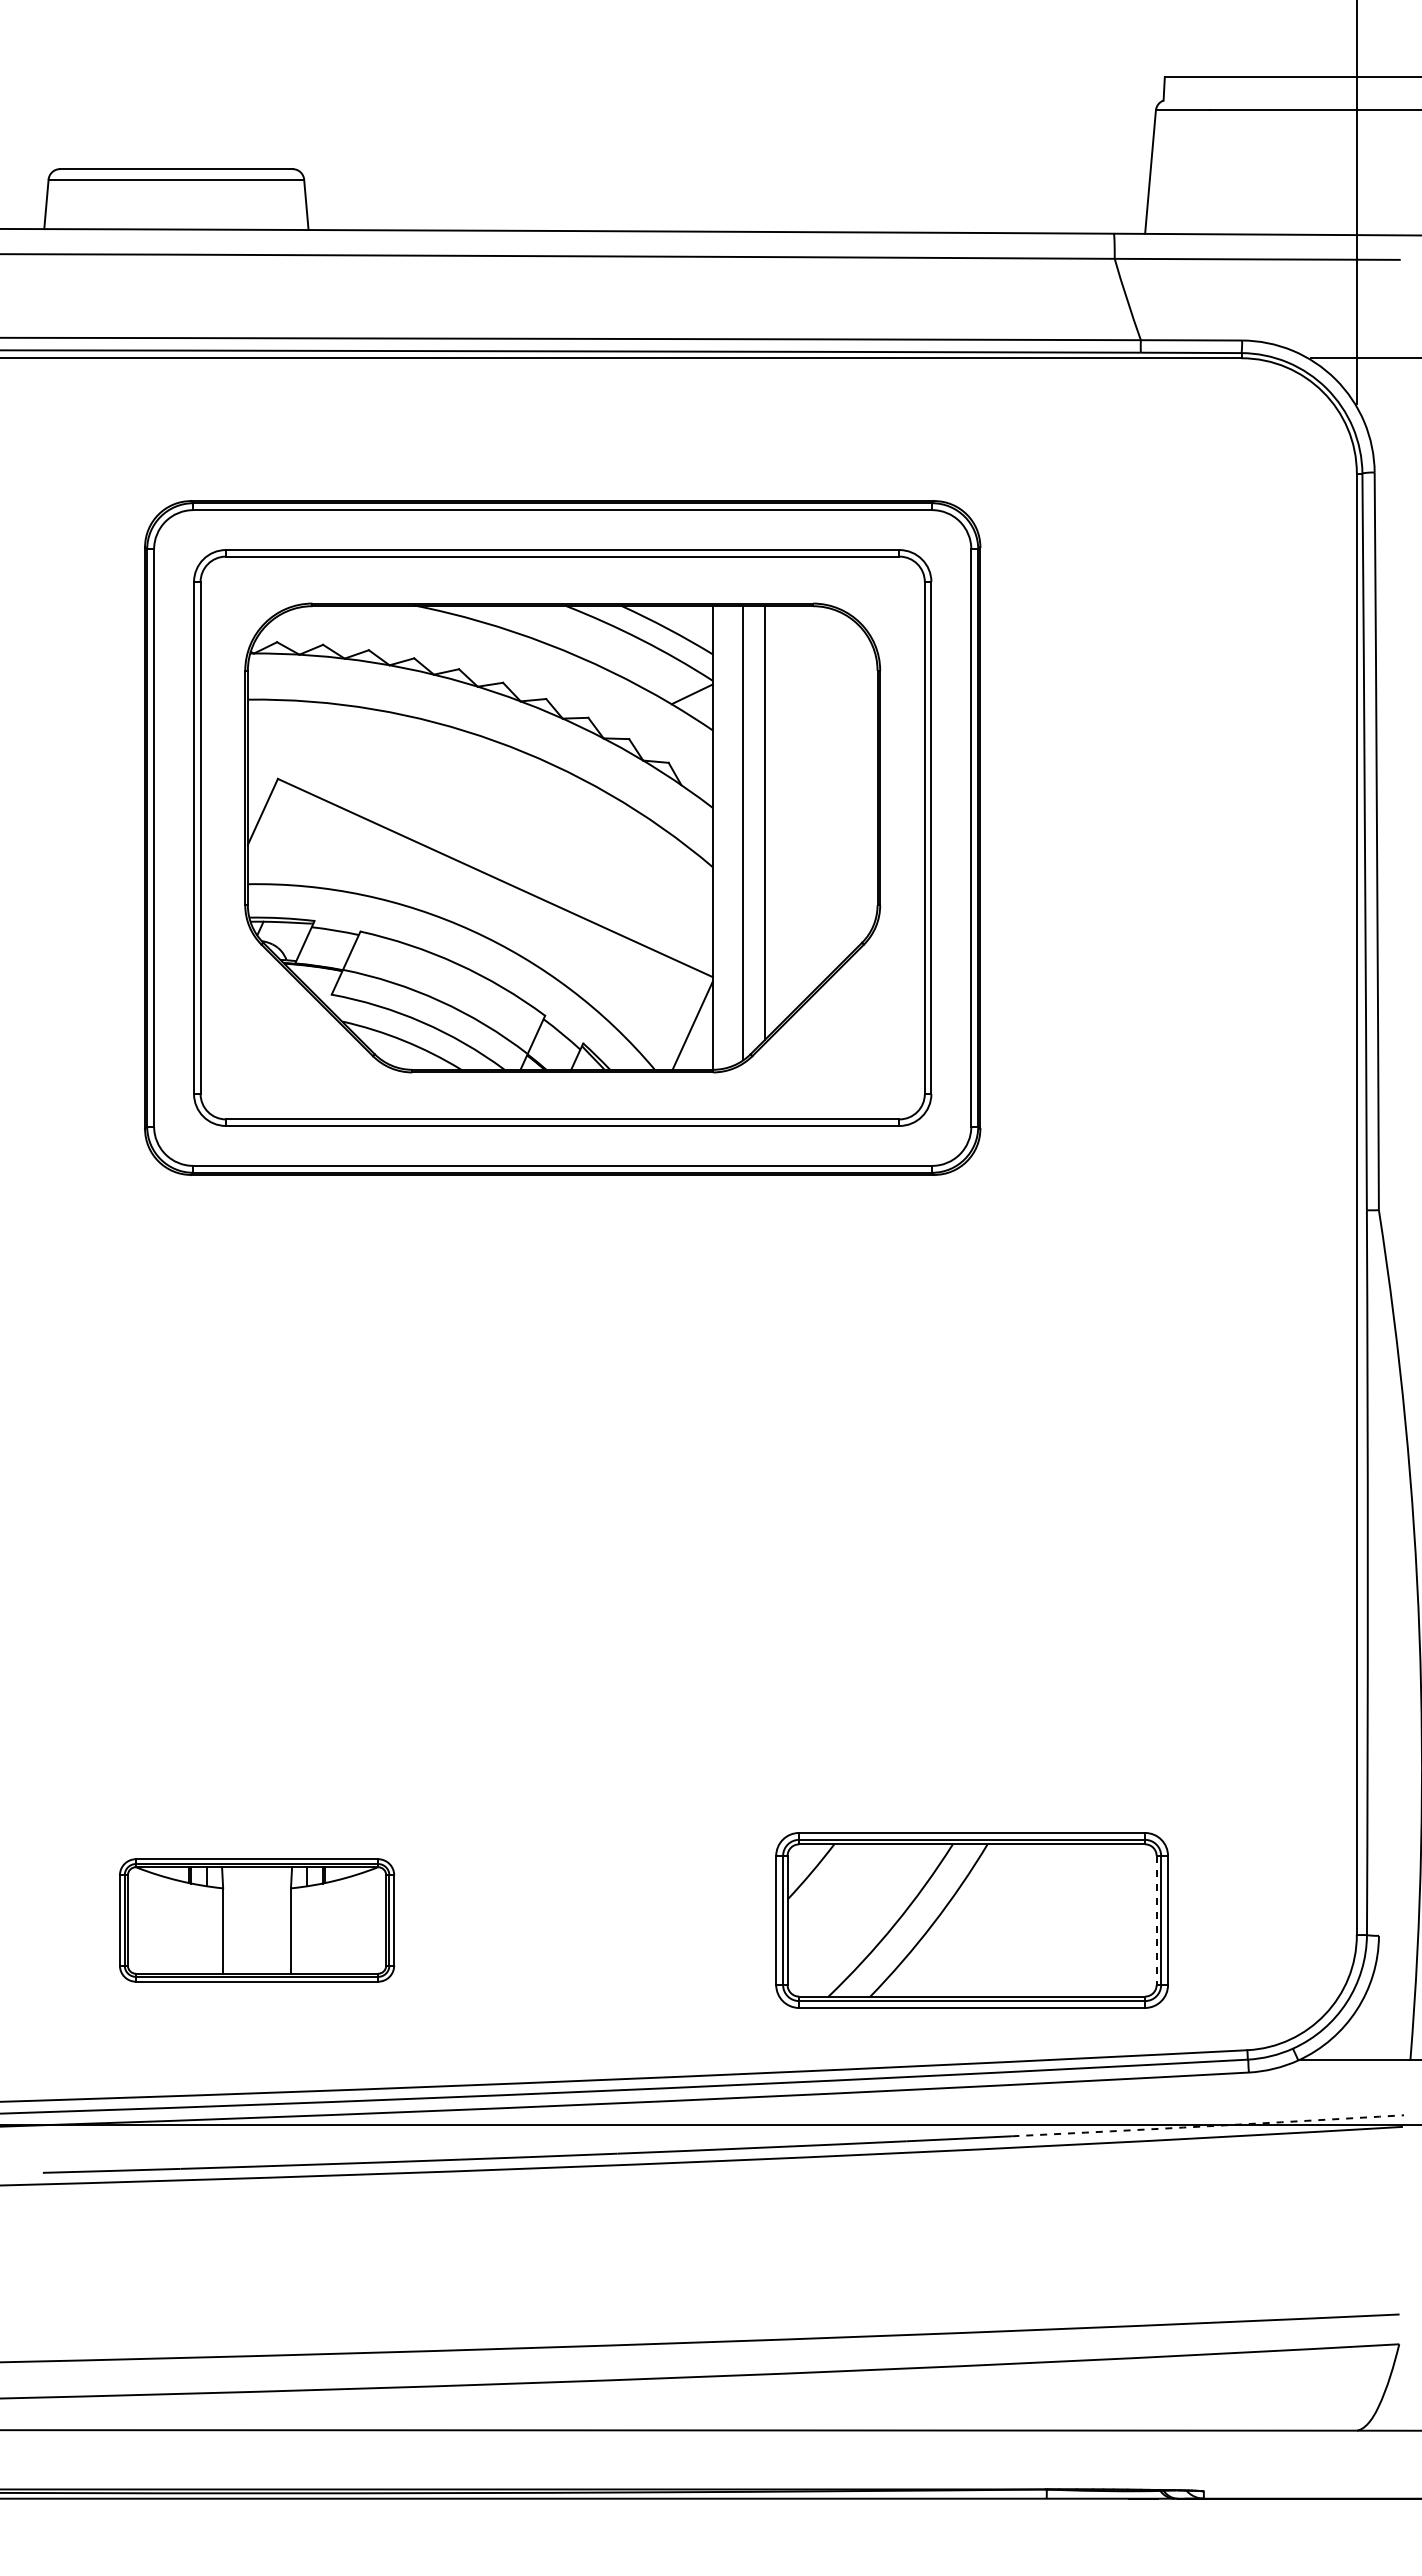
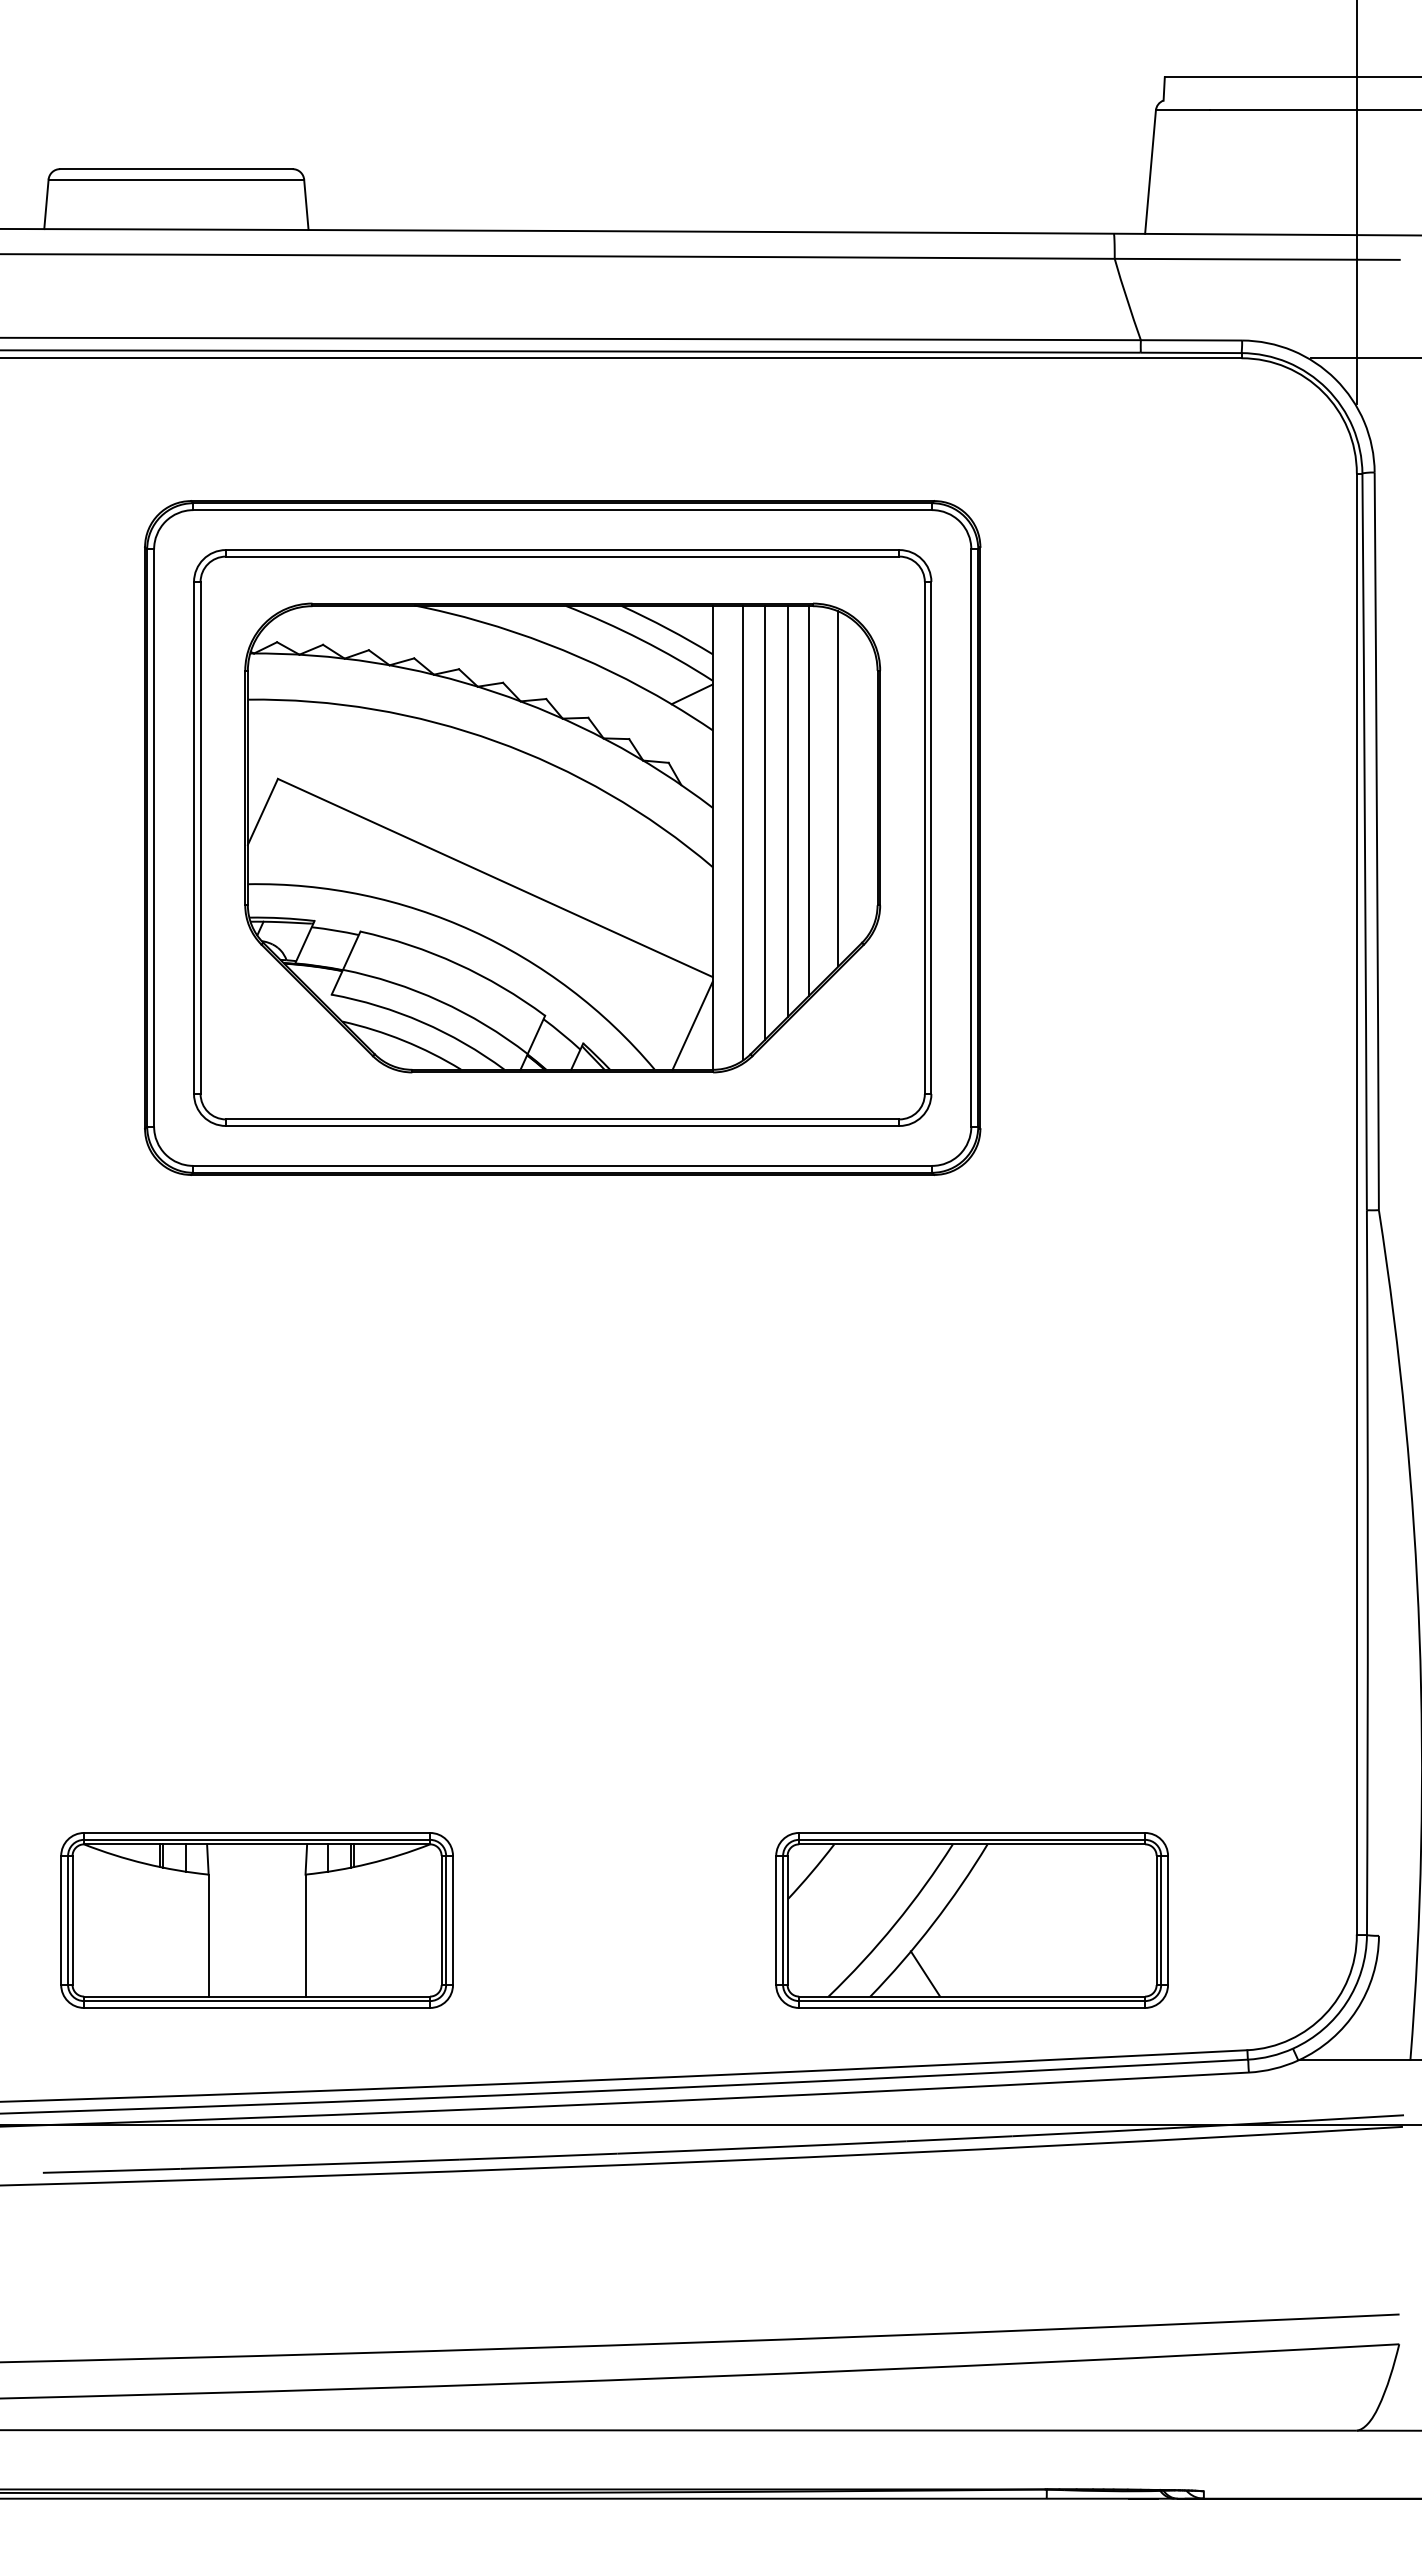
line at (838, 788): none -> present
line at (808, 800): none -> present
line at (787, 811): none -> present
part at (257, 1920) size: 277x125 px -> 394x177 px
line at (1156, 1920): dashed -> solid
line at (925, 1973): none -> present
arc at (1208, 2126): dashed -> solid
